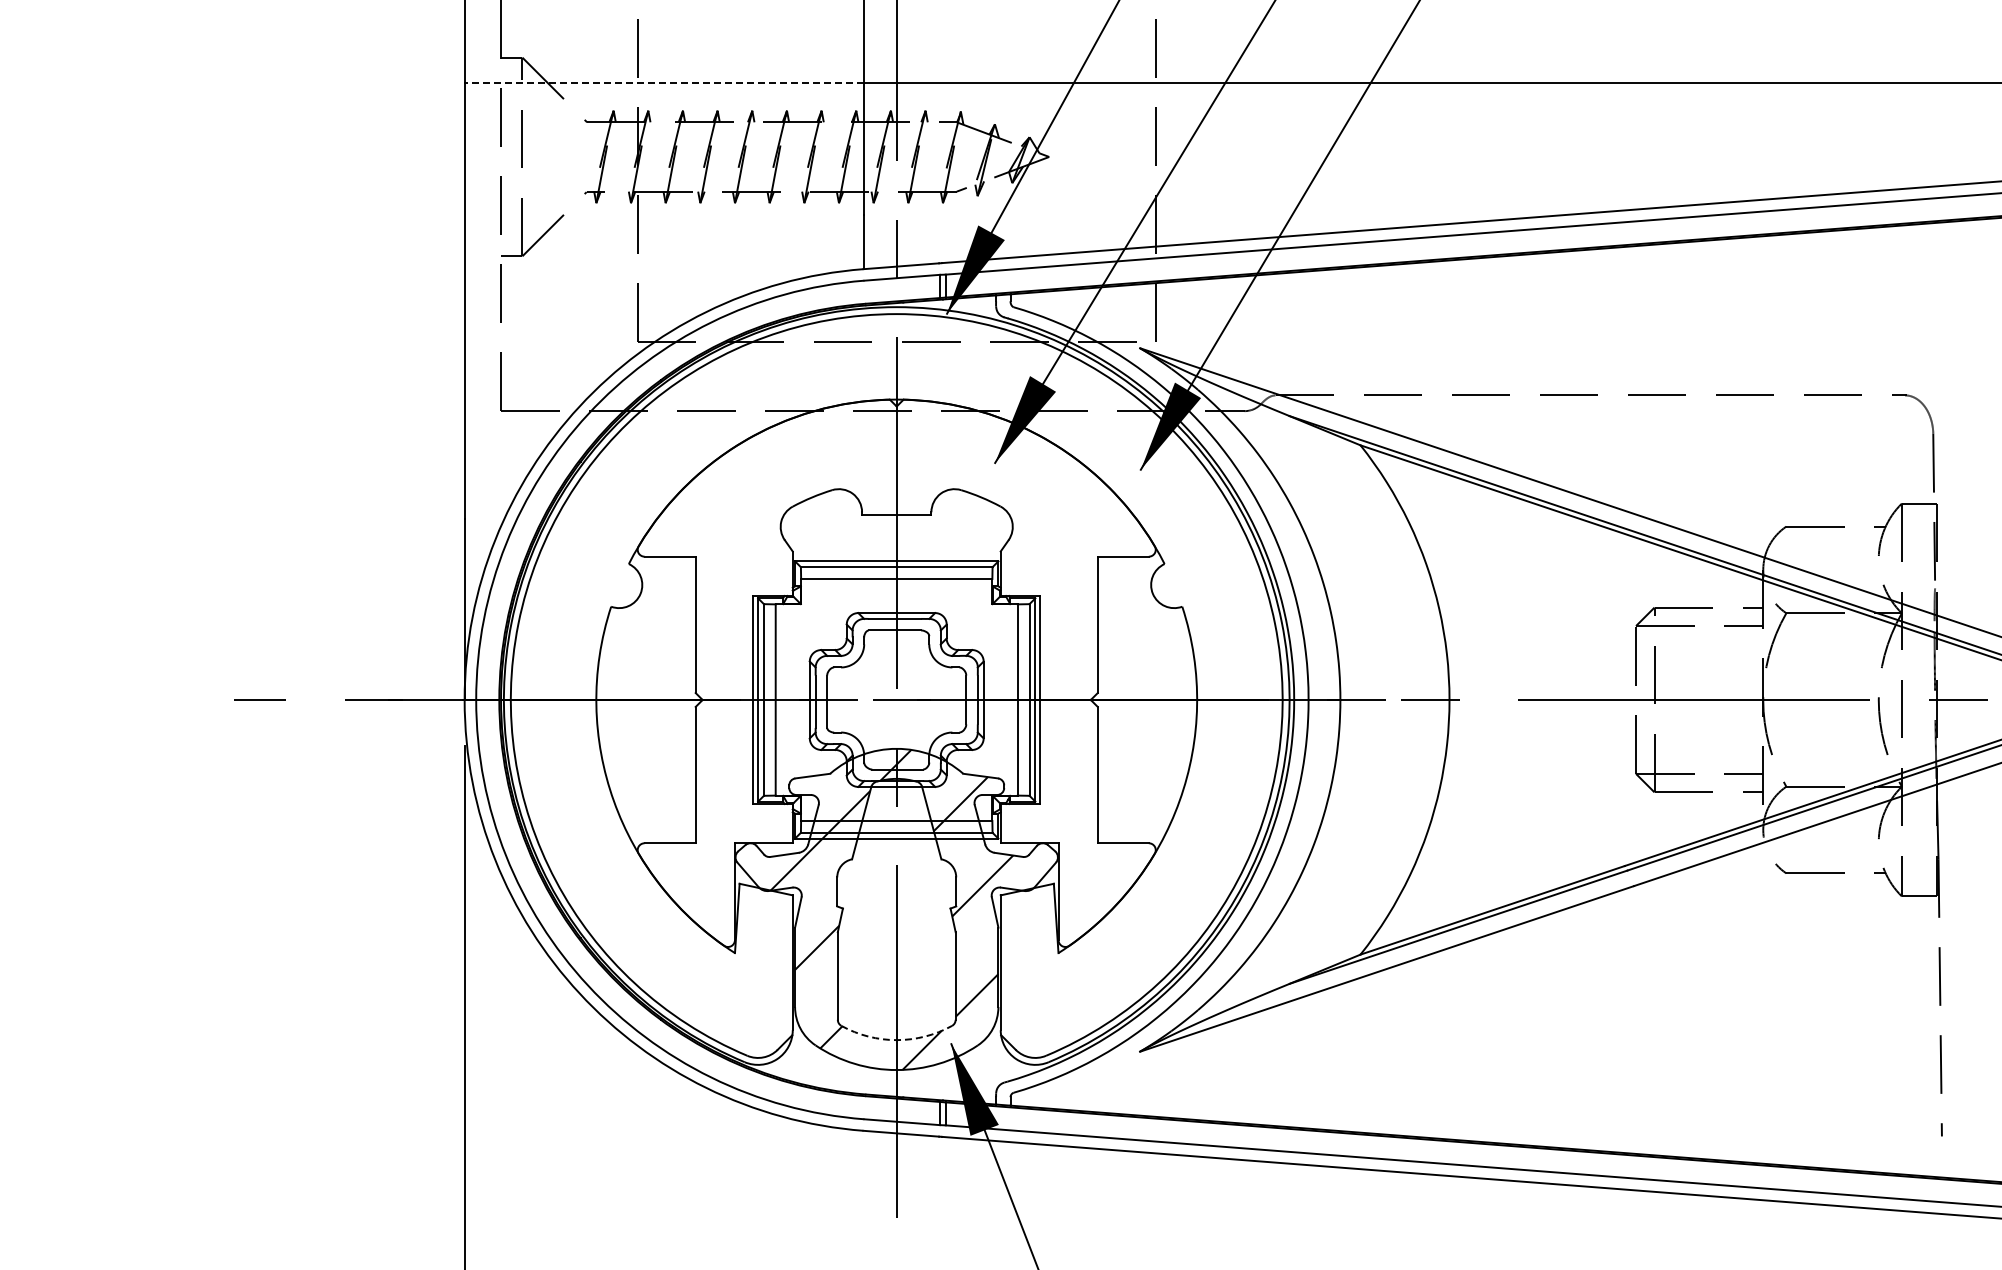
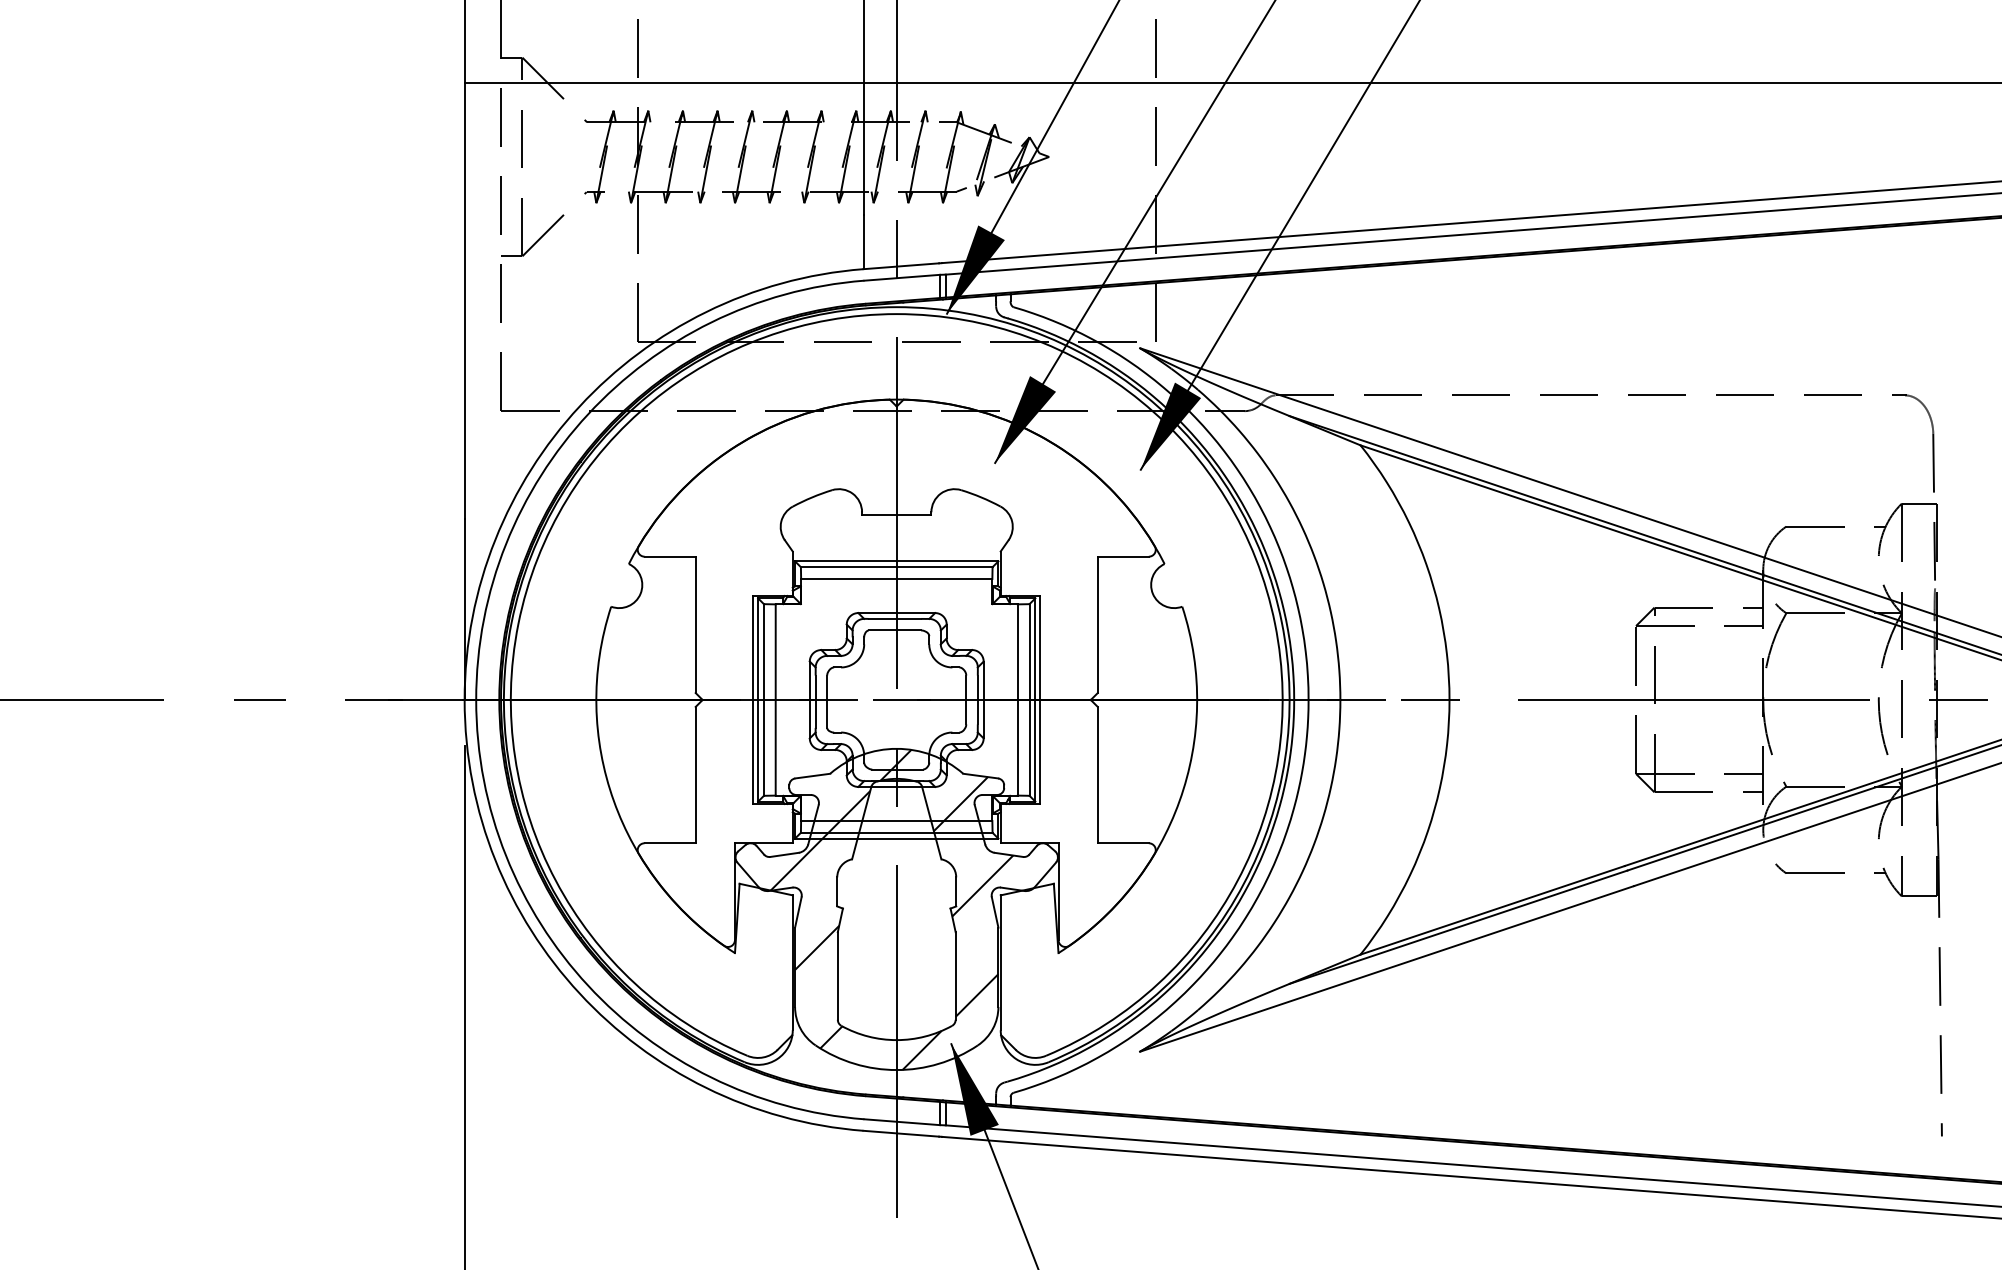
line at (663, 83): dashed -> solid
line at (83, 699): none -> present
arc at (896, 1040): dashed -> solid
